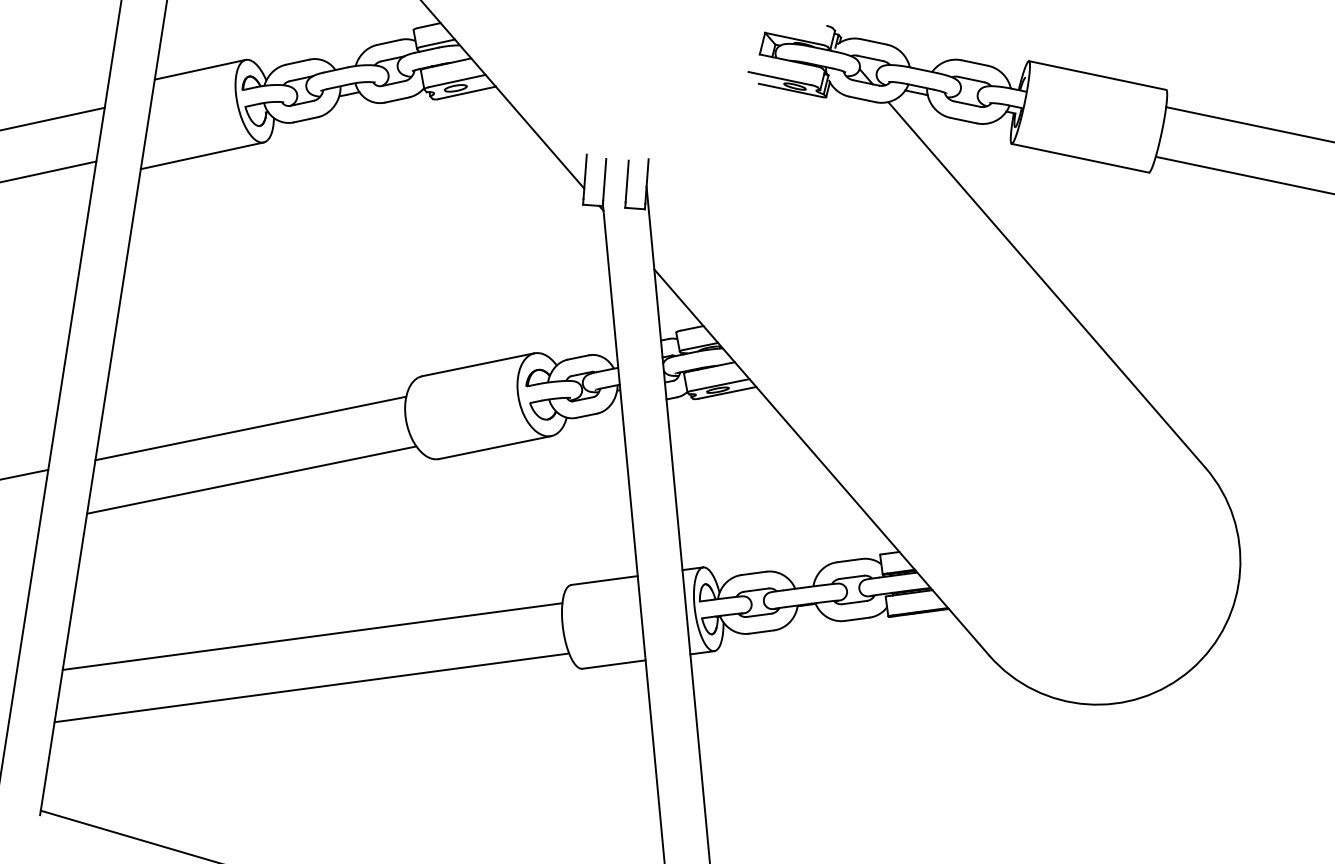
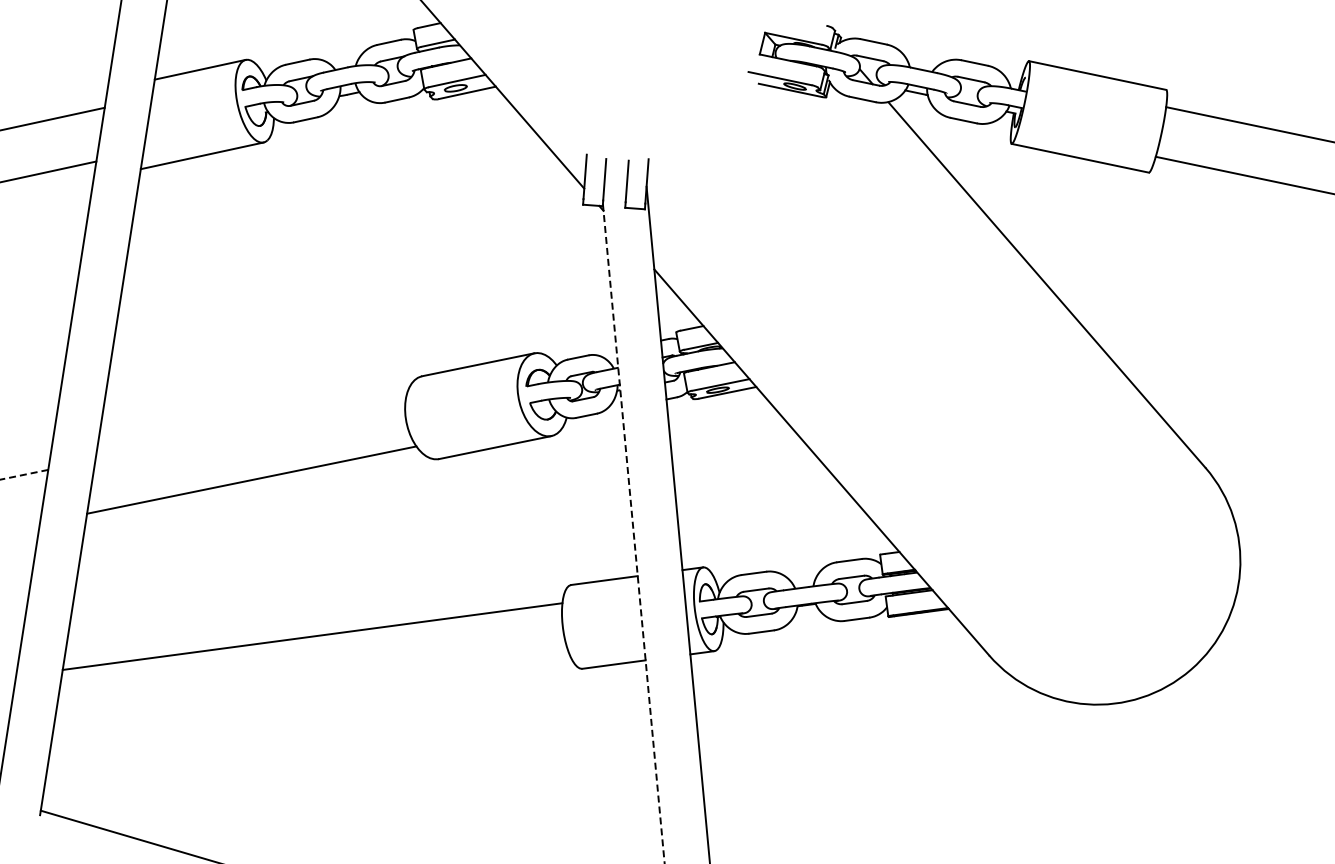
line at (250, 428): present -> none
line at (23, 474): solid -> dashed
line at (633, 533): solid -> dashed
line at (311, 687): present -> none
